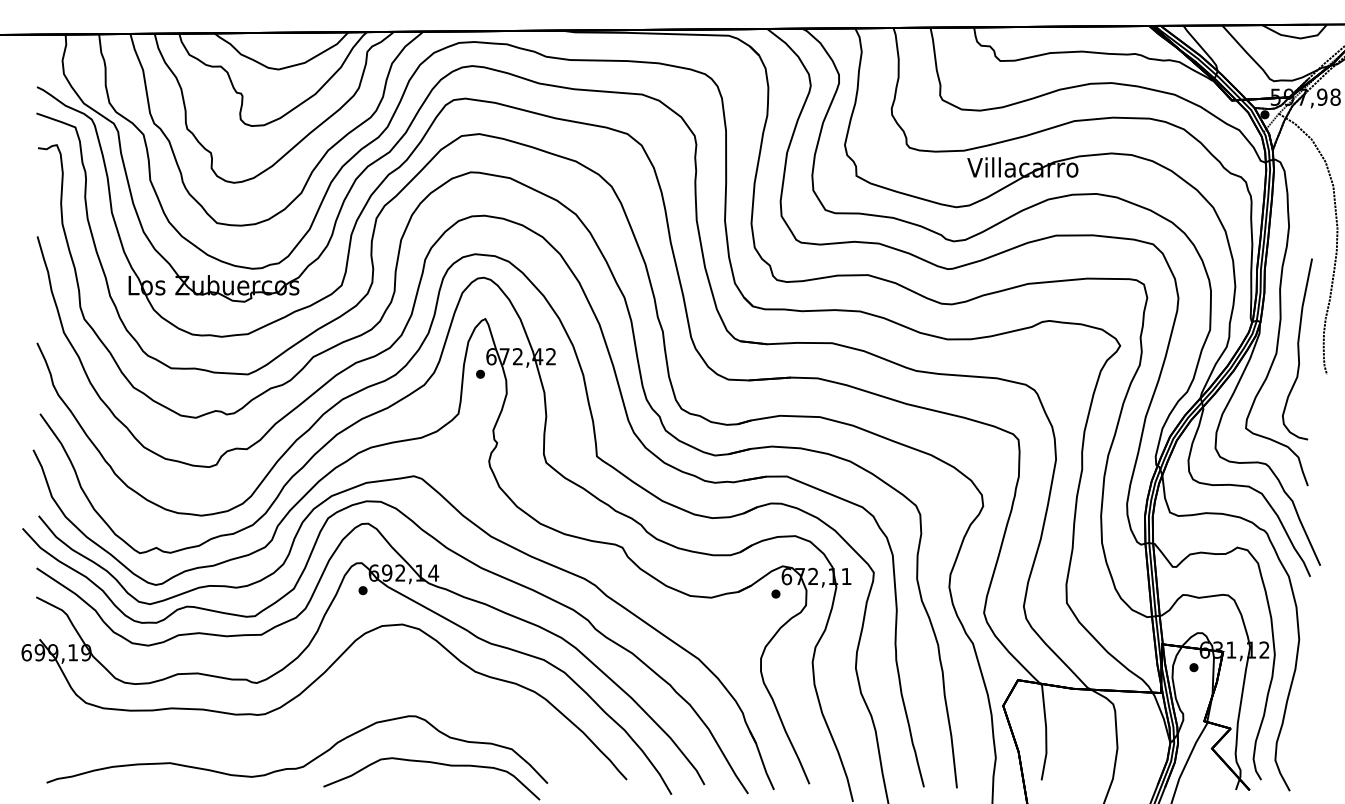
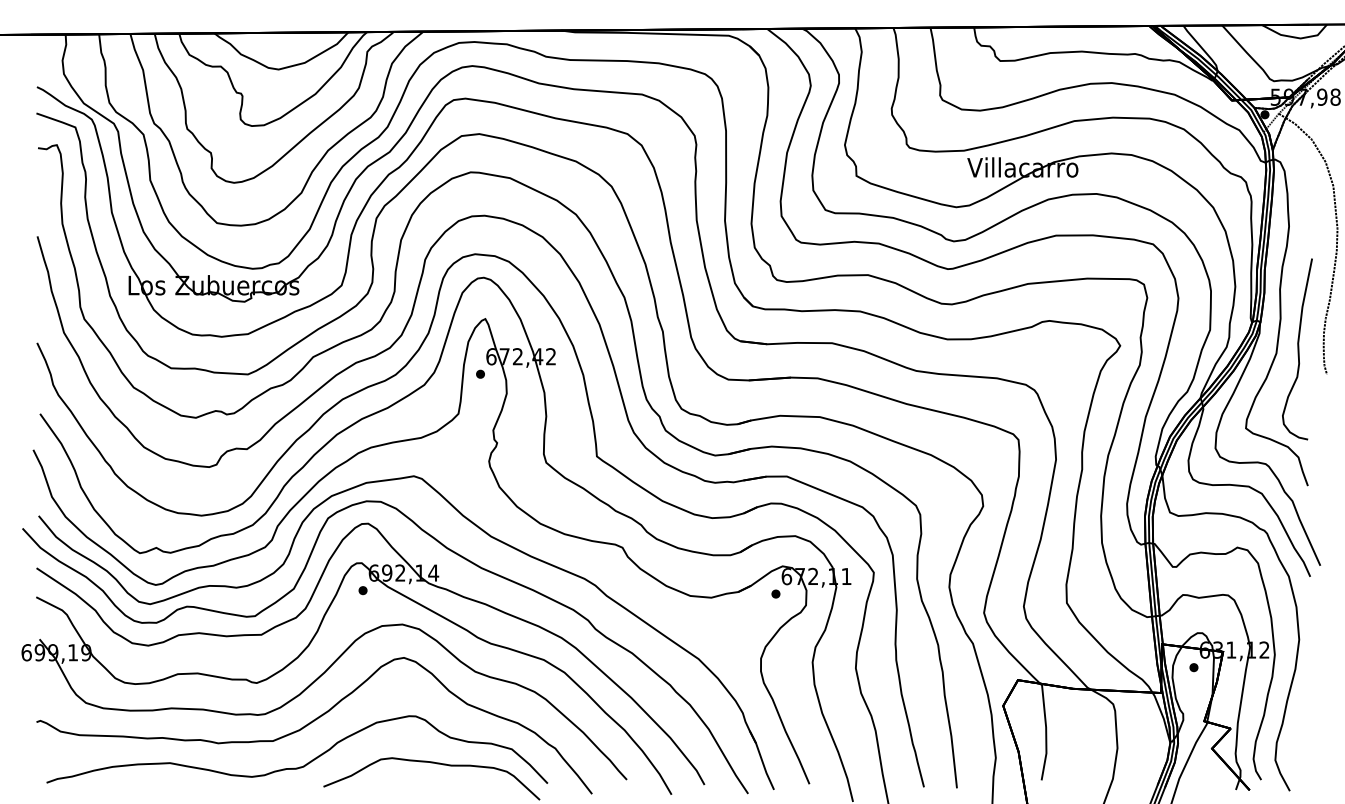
part at (314, 725): none -> present
